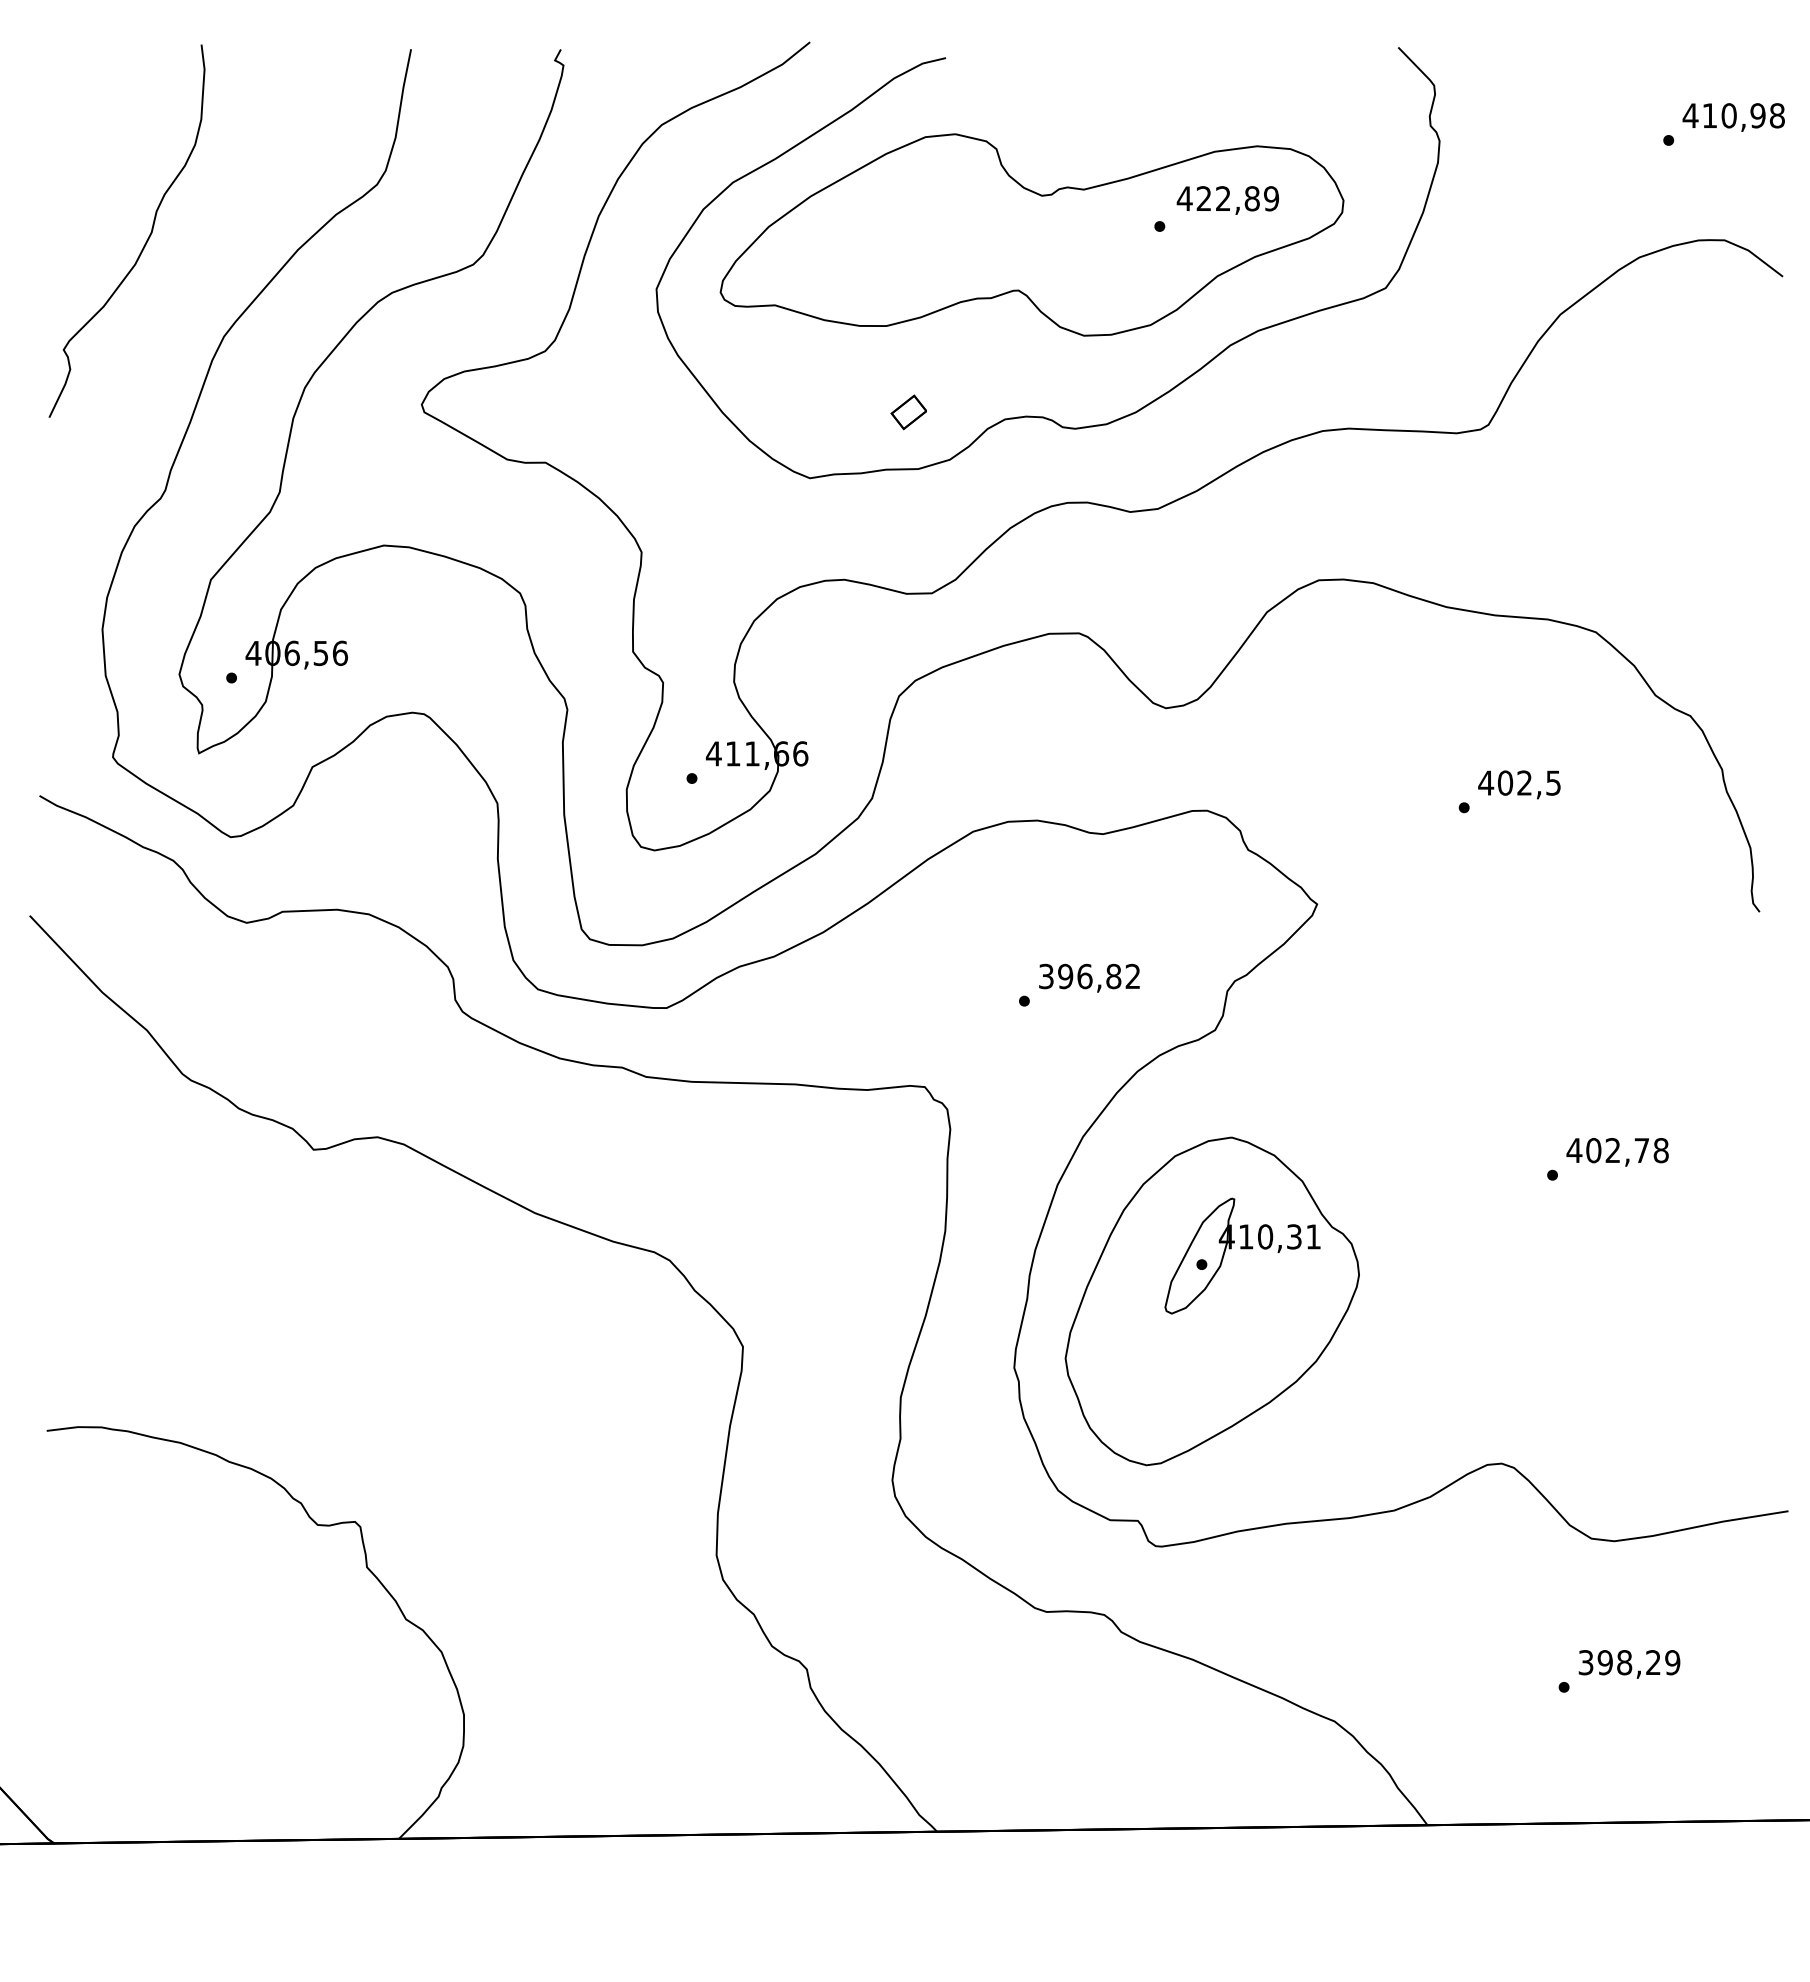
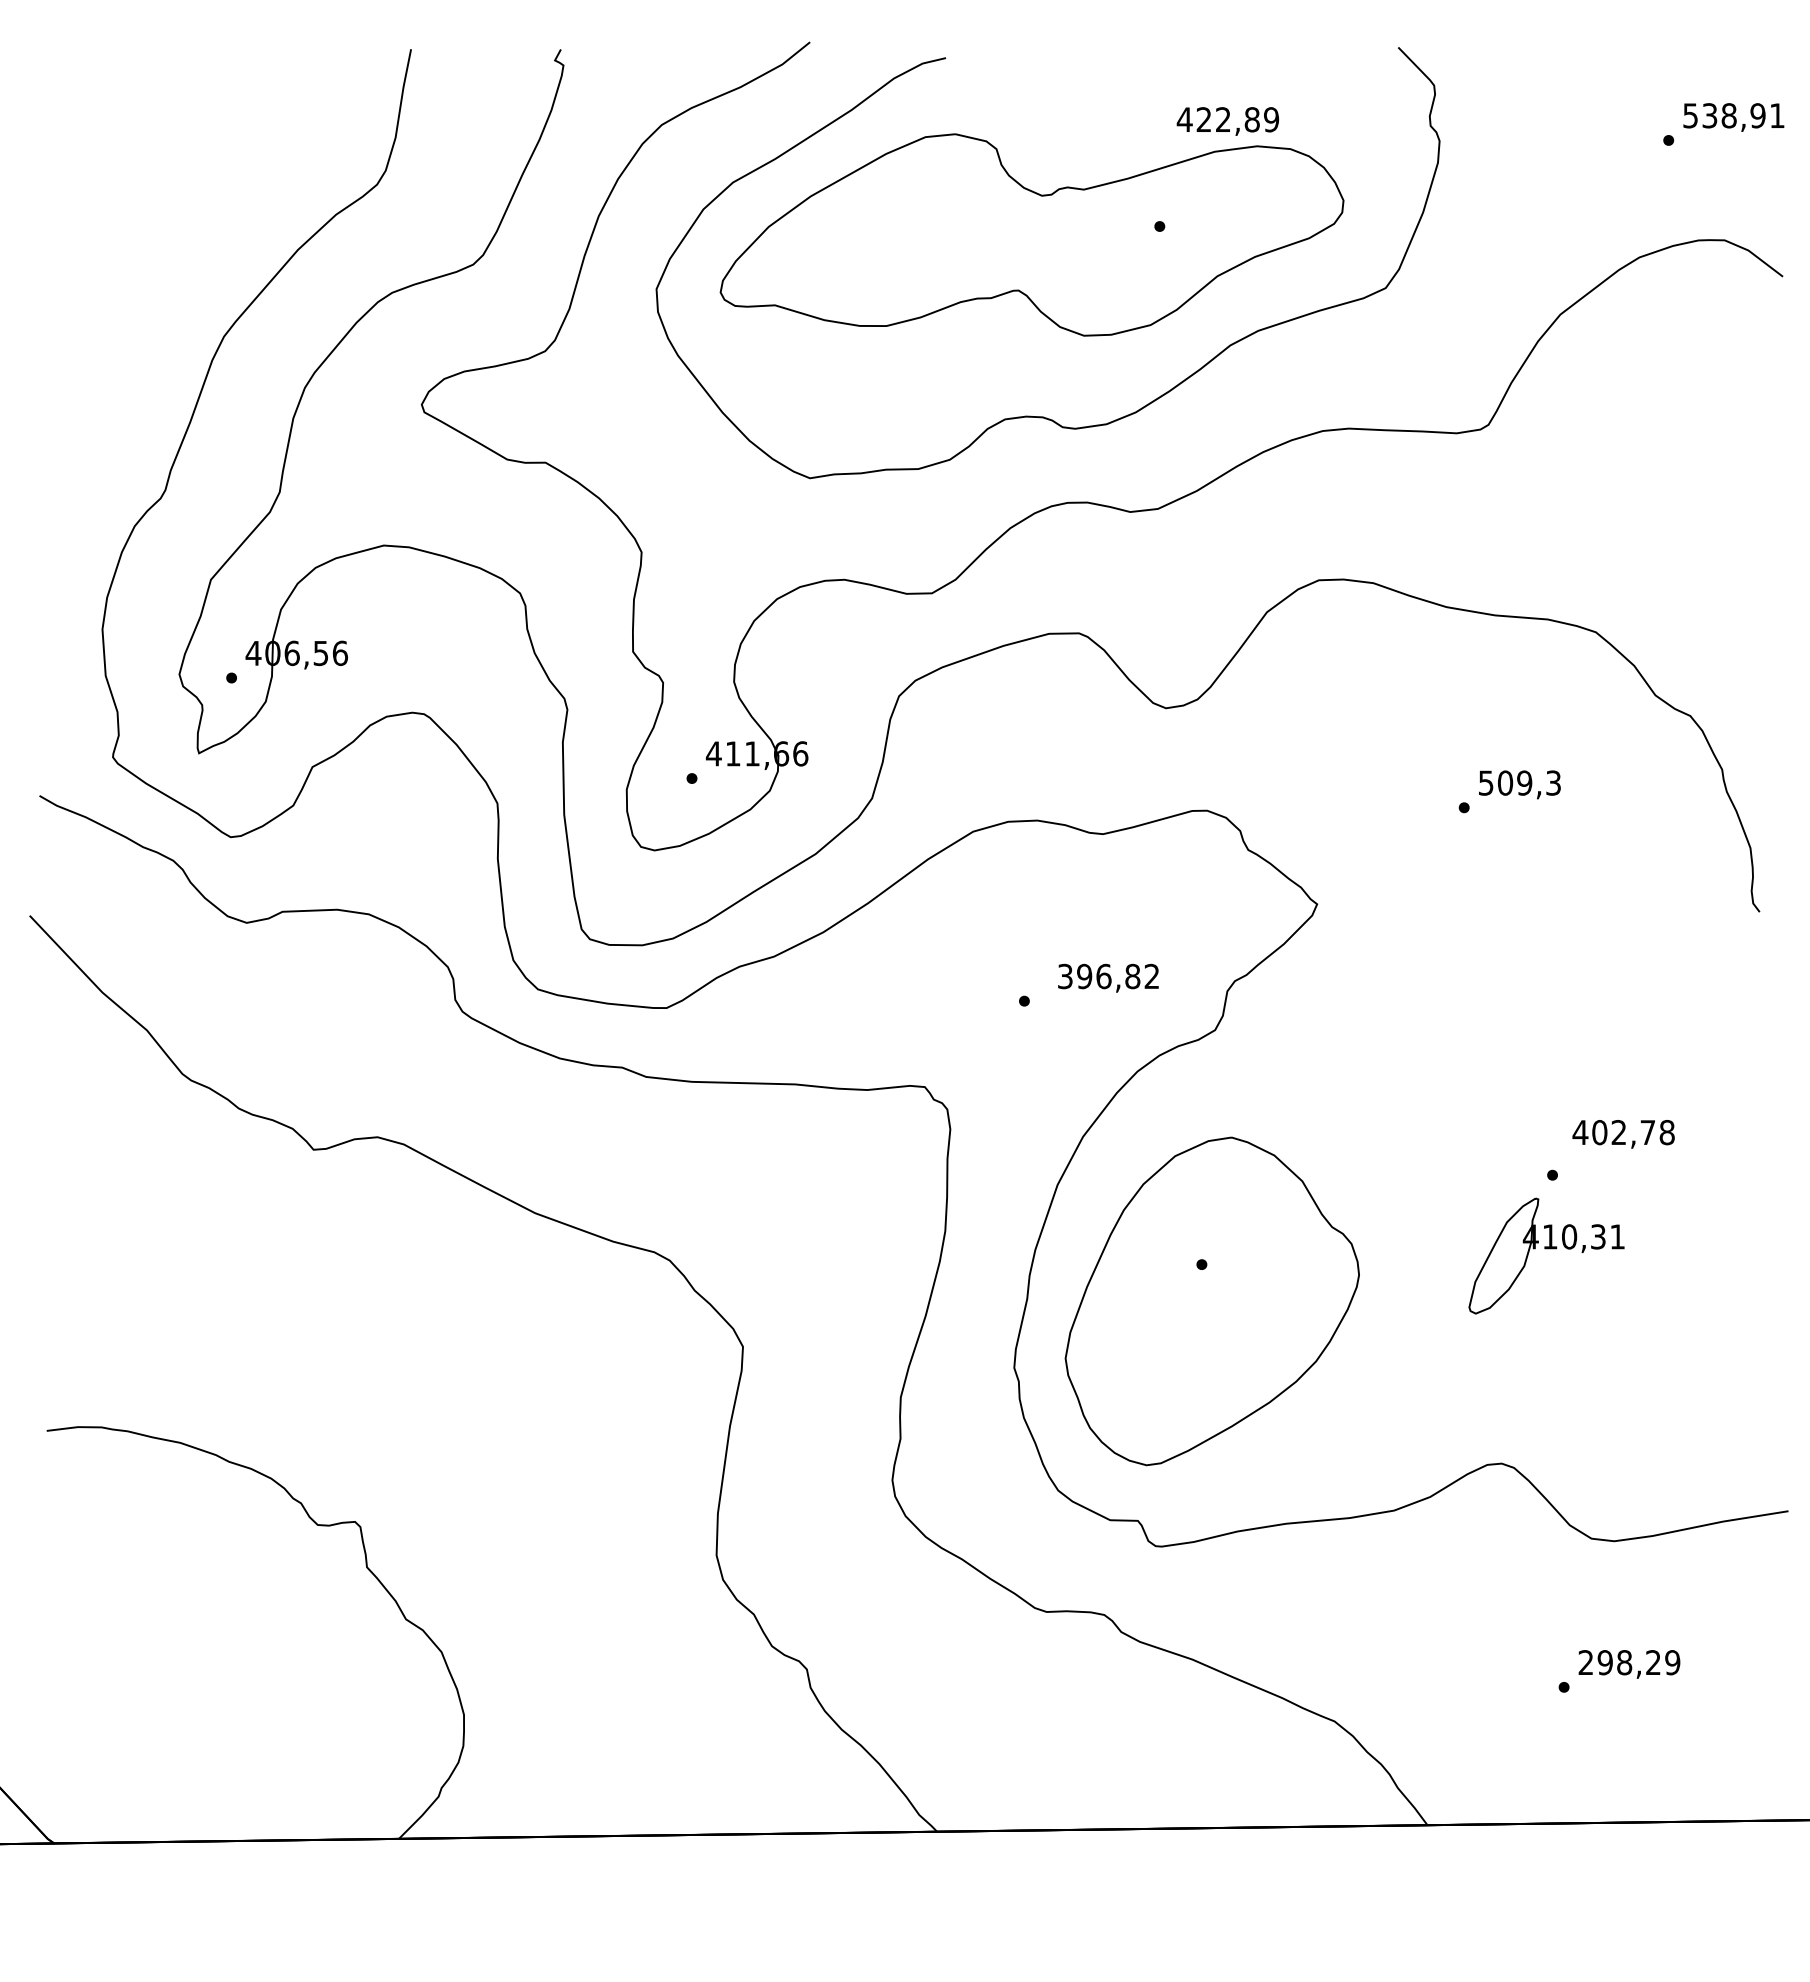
text at (1733, 115): 410,98 -> 538,91
text at (1227, 200) position: (1227, 200) -> (1227, 121)
curve at (146, 240): present -> none
part at (908, 412): present -> none
text at (1519, 782): 402,5 -> 509,3
text at (1089, 977) position: (1089, 977) -> (1108, 977)
text at (1617, 1152) position: (1617, 1152) -> (1623, 1134)
part at (1242, 1255) position: (1242, 1255) -> (1546, 1255)
text at (1585, 1662): 398,29 -> 298,29
